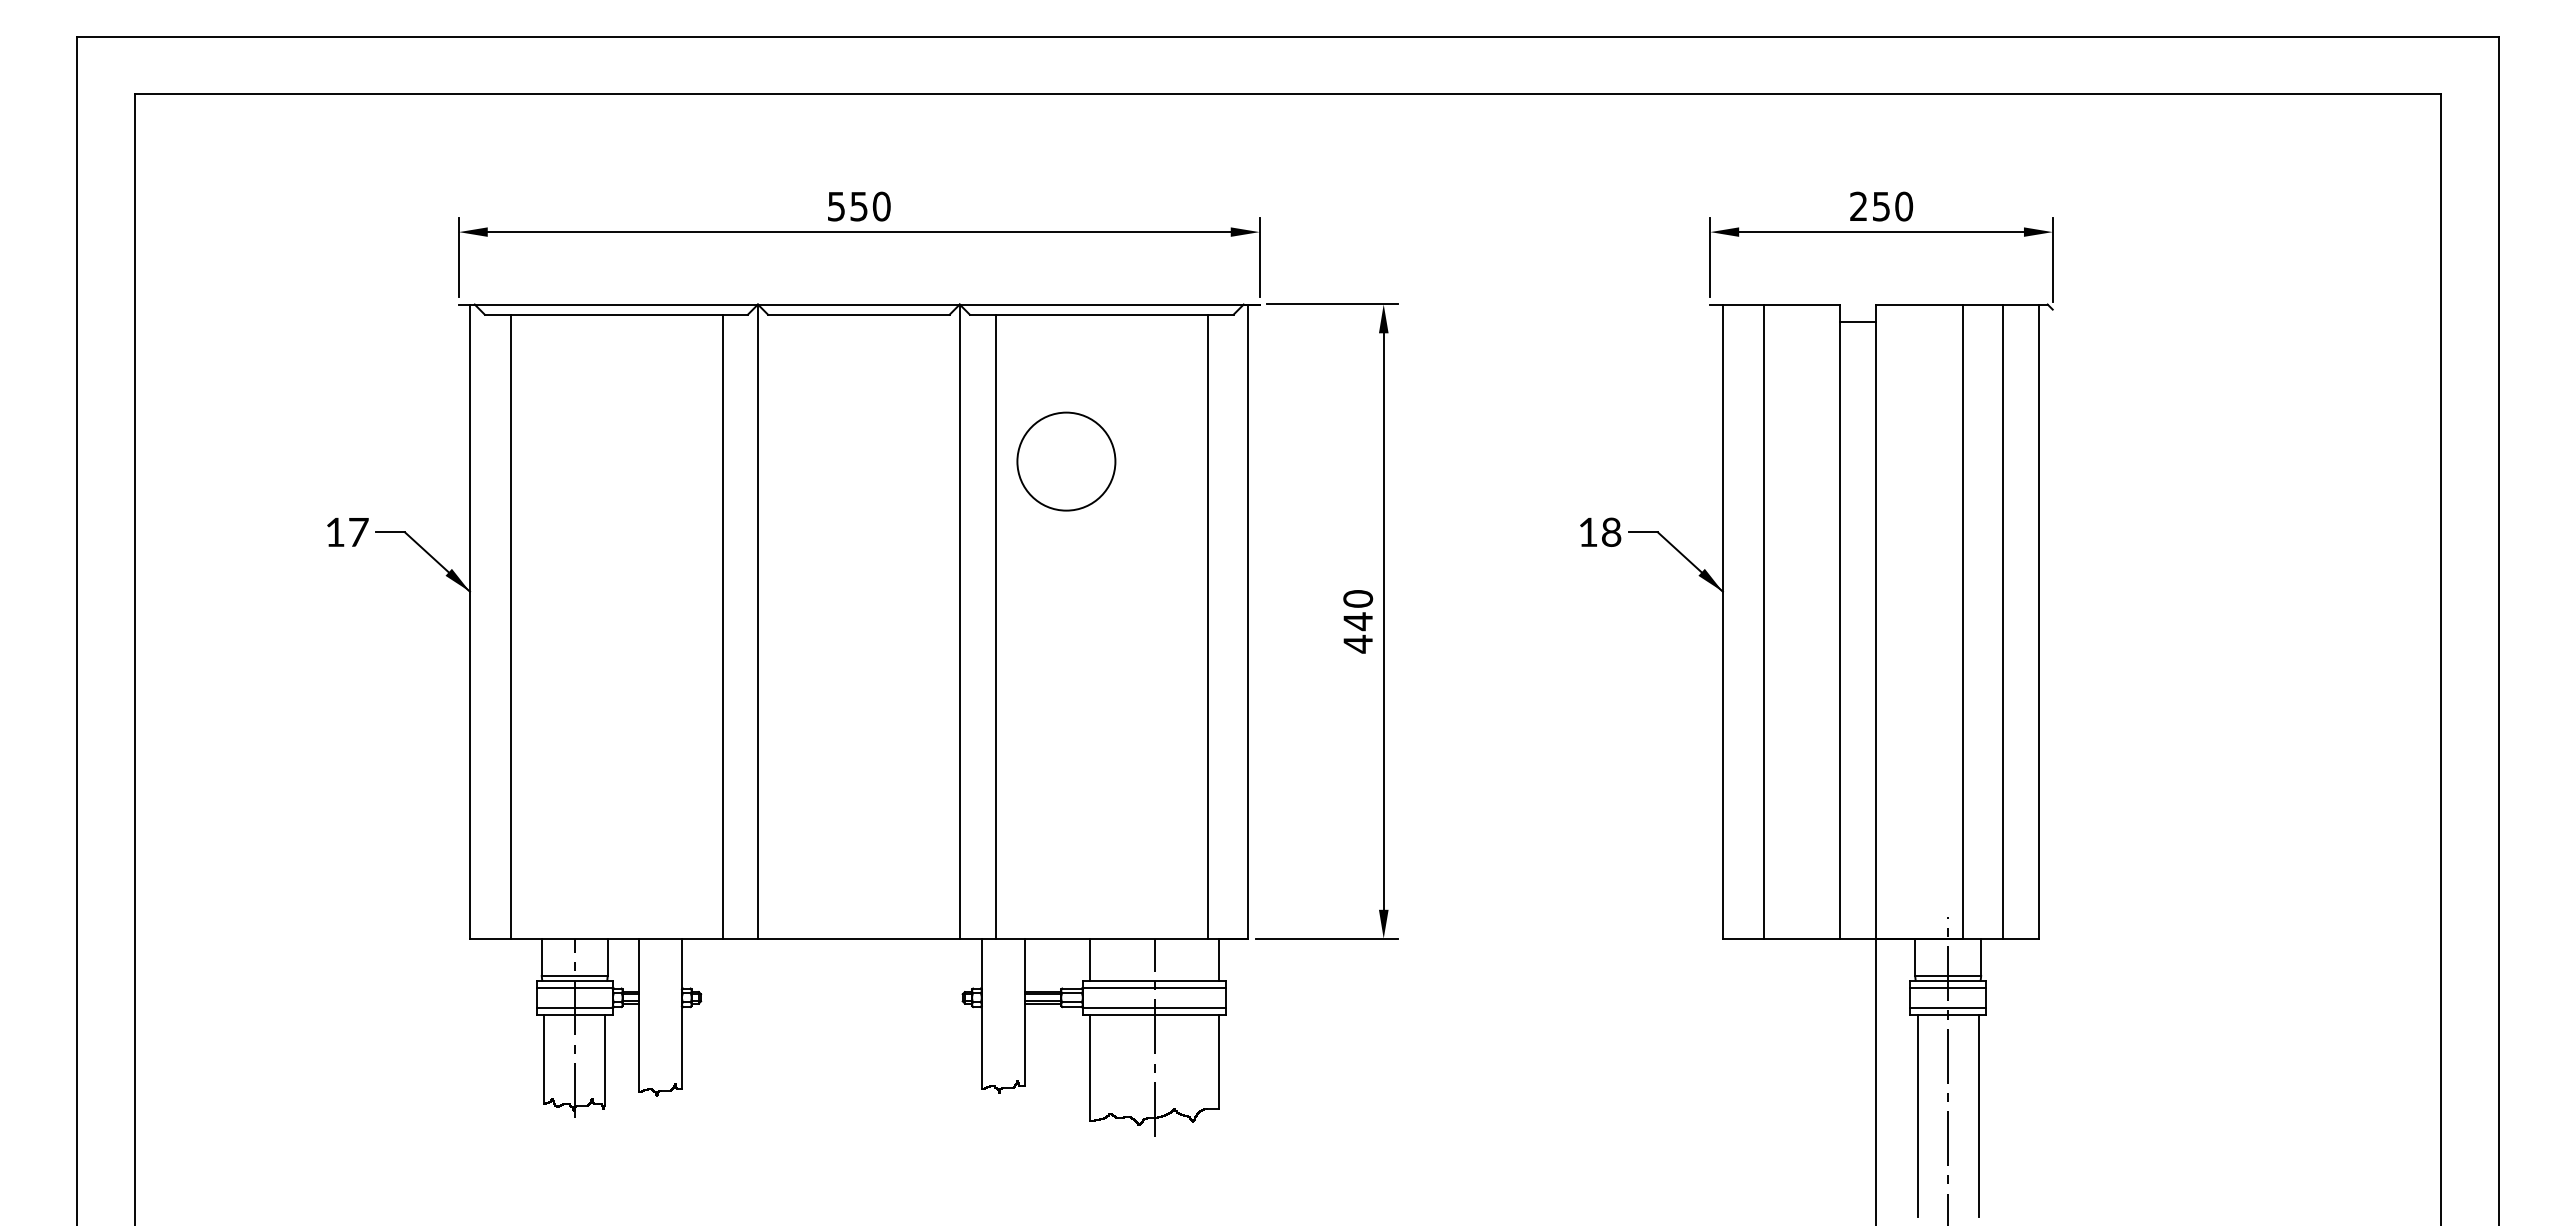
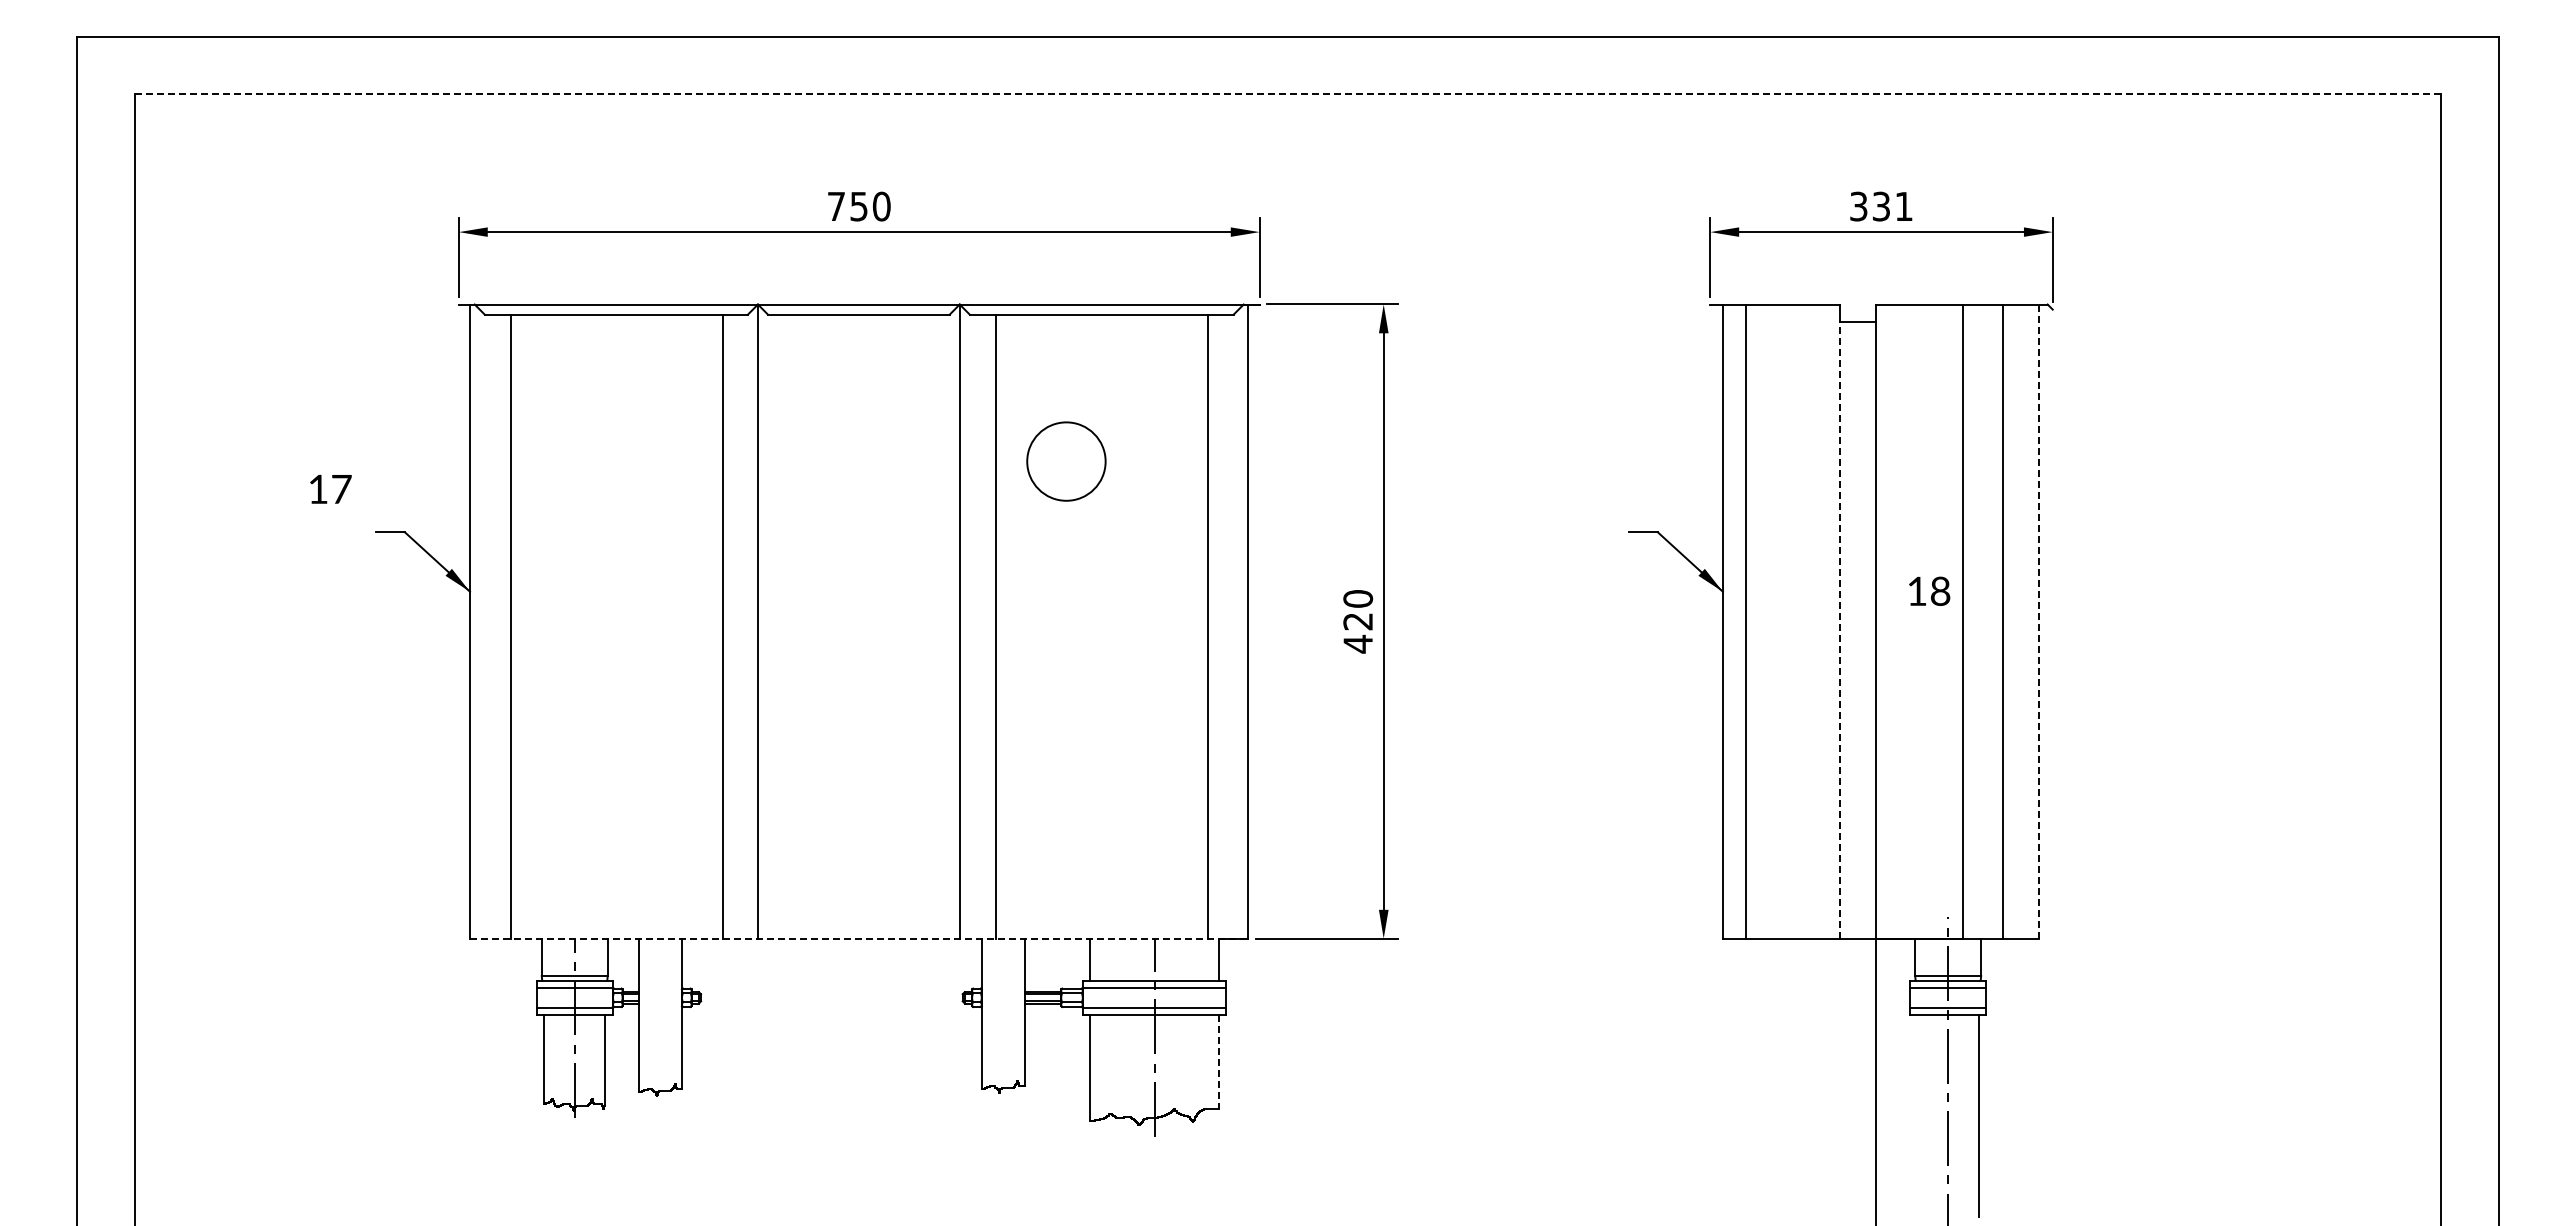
line at (1287, 94): solid -> dashed
text at (836, 206): 550 -> 750
text at (1881, 206): 250 -> 331
circle at (1066, 461) size: 101x101 px -> 81x81 px
text at (347, 531) position: (347, 531) -> (330, 488)
text at (1600, 531) position: (1600, 531) -> (1929, 590)
text at (1357, 621): 440 -> 420
line at (1763, 621) position: (1763, 621) -> (1745, 621)
line at (2039, 621): solid -> dashed
line at (1840, 629): solid -> dashed
line at (859, 938): solid -> dashed
line at (1218, 1062): solid -> dashed
line at (1917, 1115): present -> none
